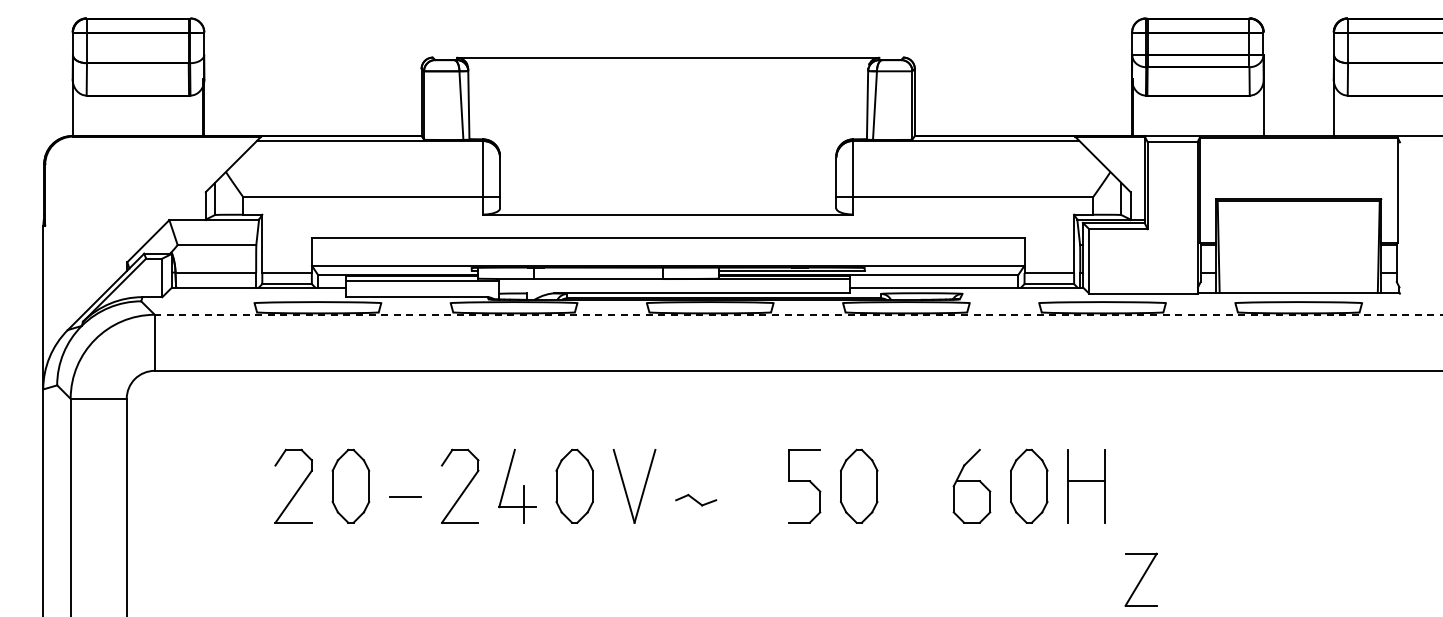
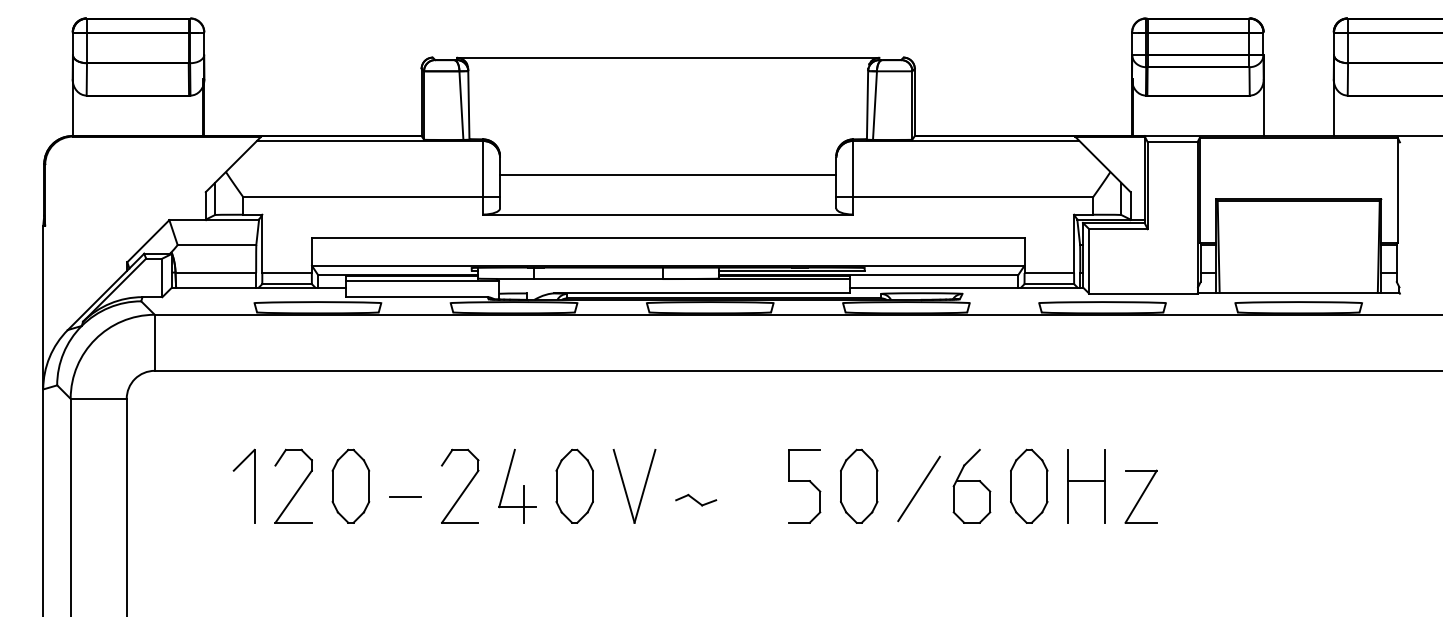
line at (668, 175): none -> present
line at (798, 314): dashed -> solid
part at (254, 485): none -> present
line at (918, 488): none -> present
part at (1140, 579) position: (1140, 579) -> (1140, 496)
